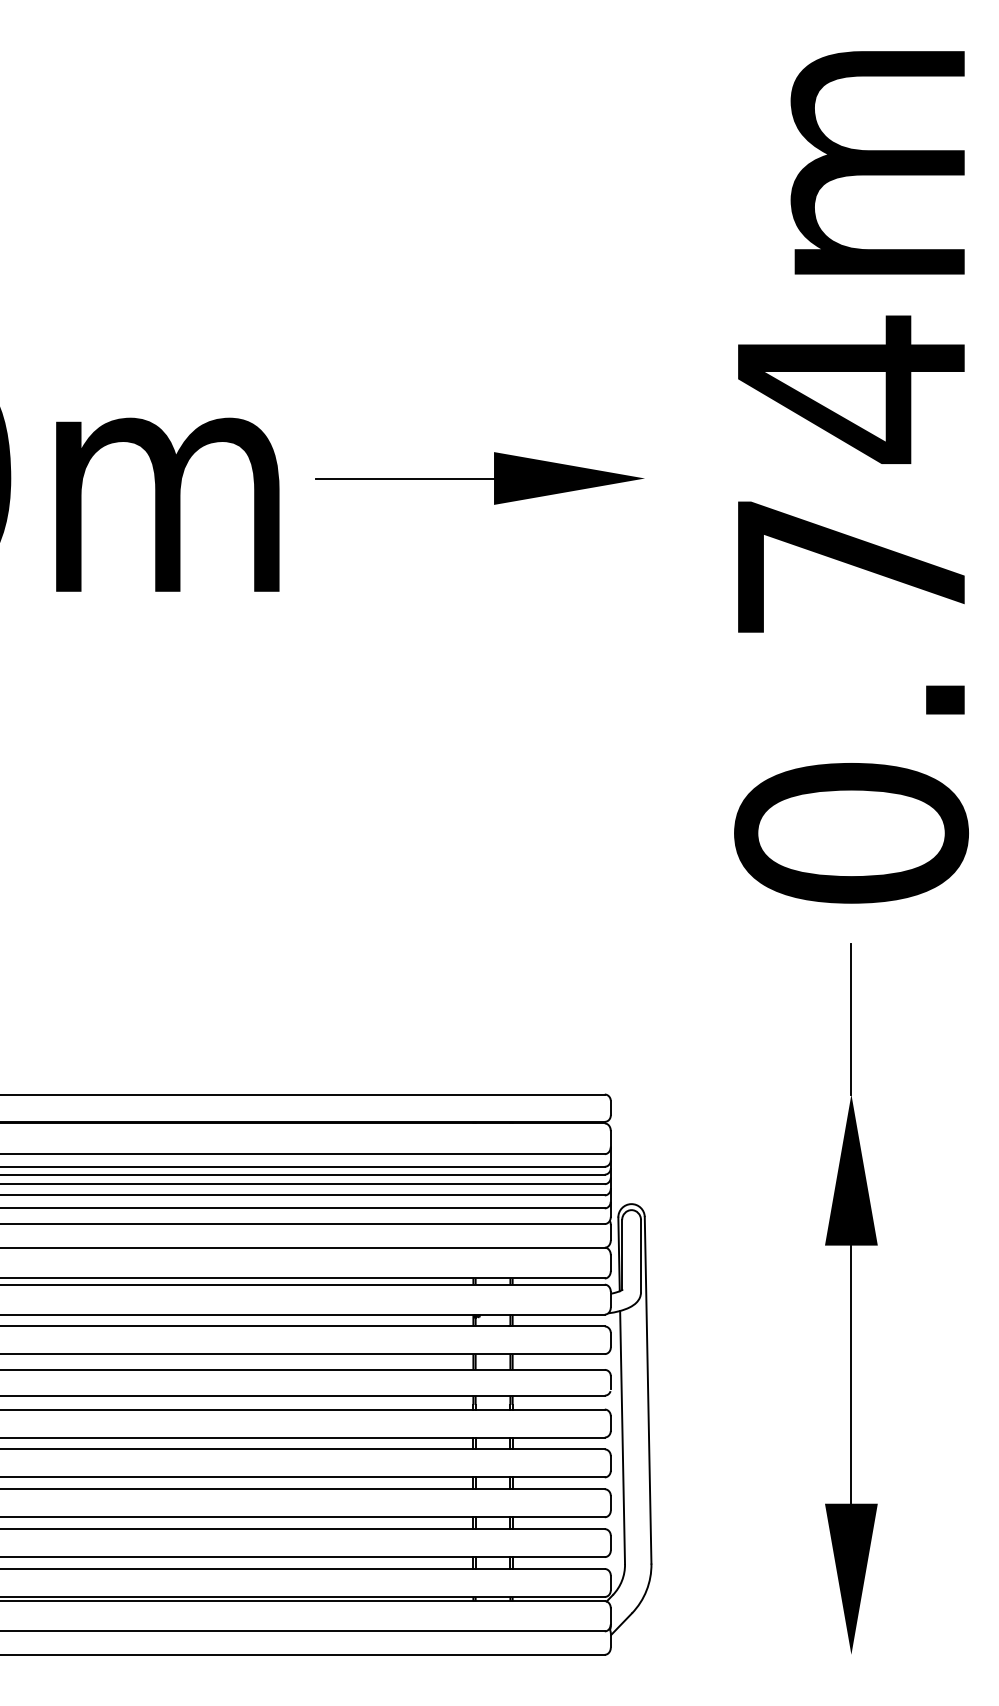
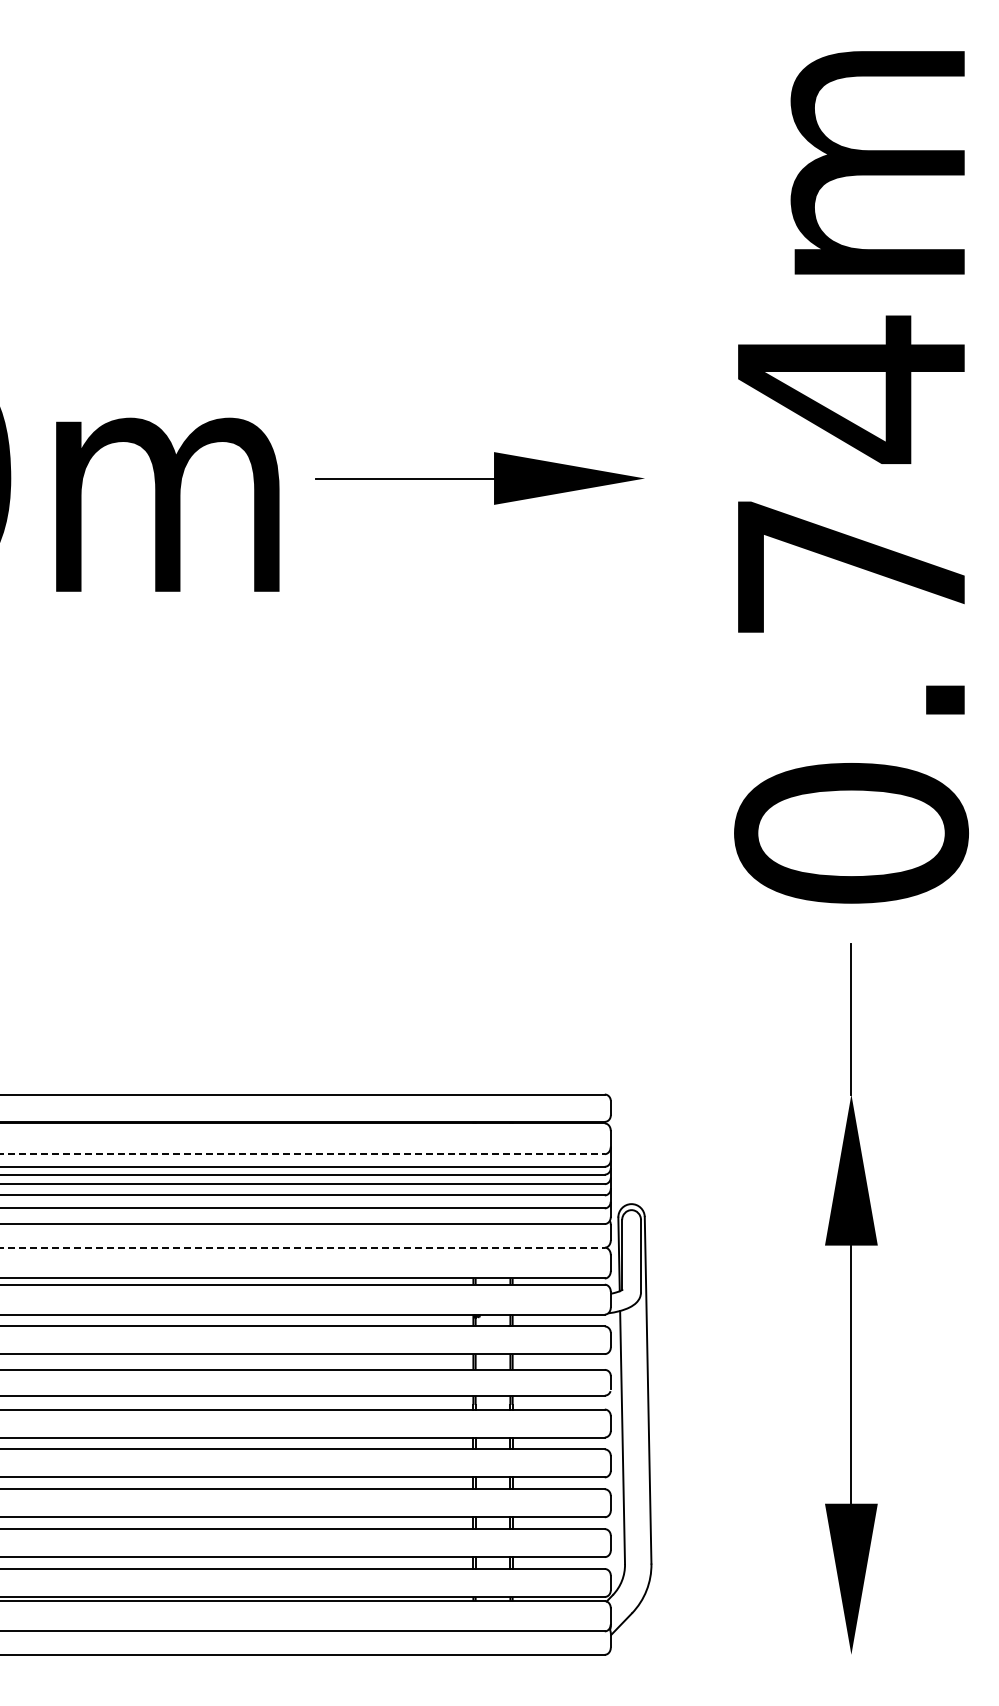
line at (302, 1154): solid -> dashed
line at (302, 1247): solid -> dashed
